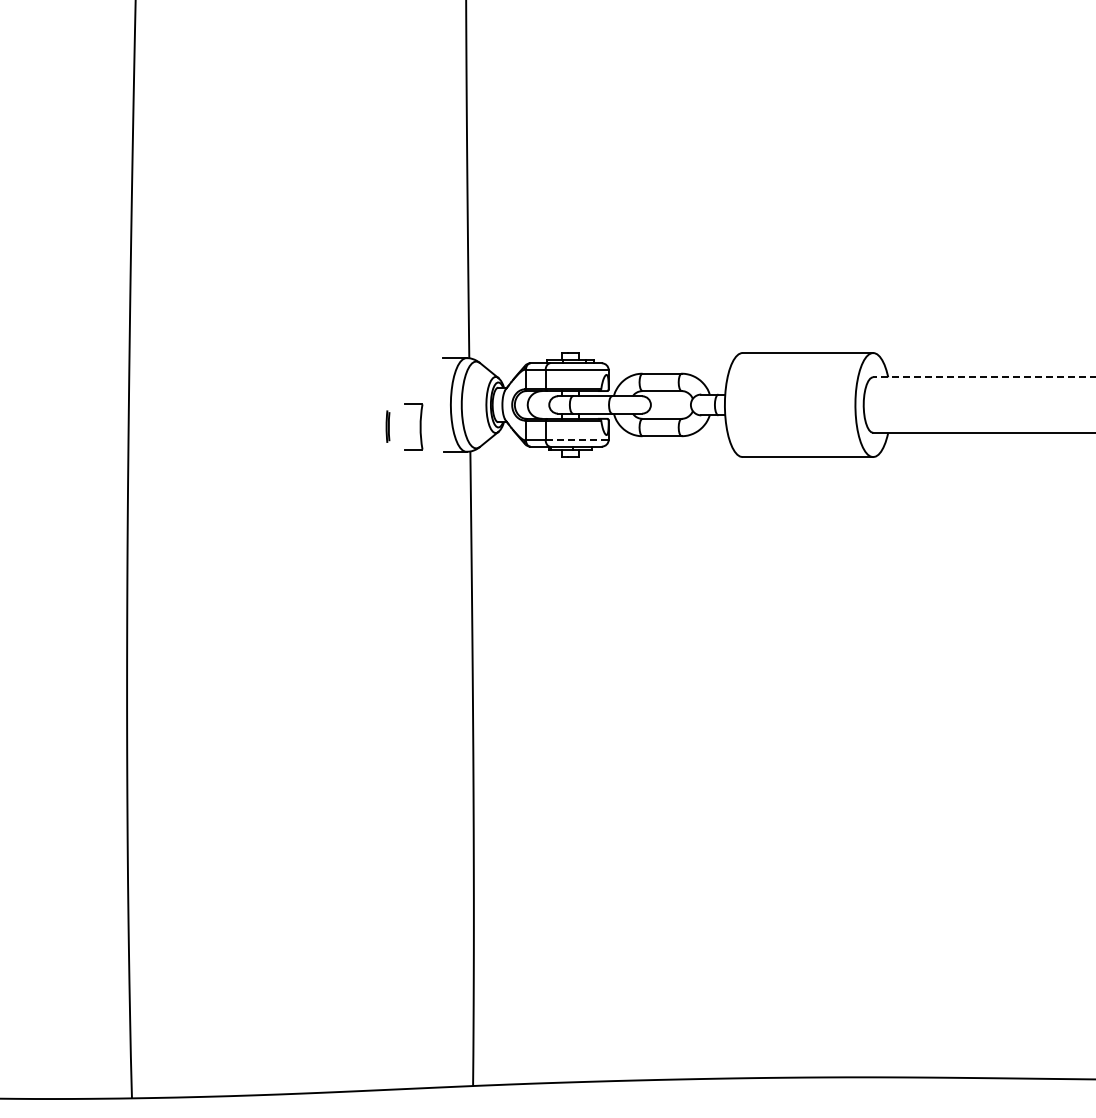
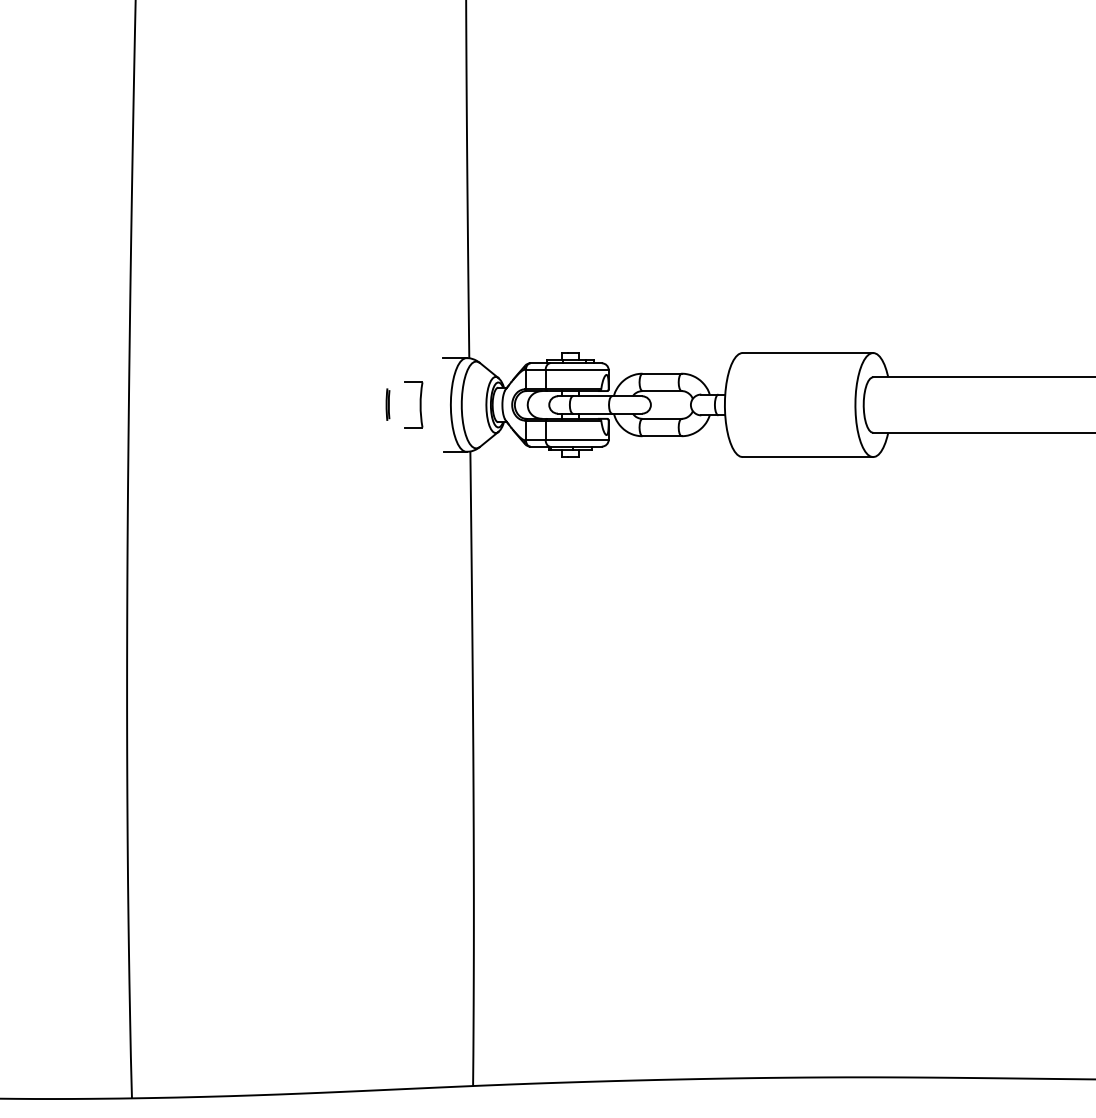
line at (984, 377): dashed -> solid
part at (387, 426) position: (387, 426) -> (387, 404)
part at (413, 426) position: (413, 426) -> (413, 404)
line at (577, 439): dashed -> solid
